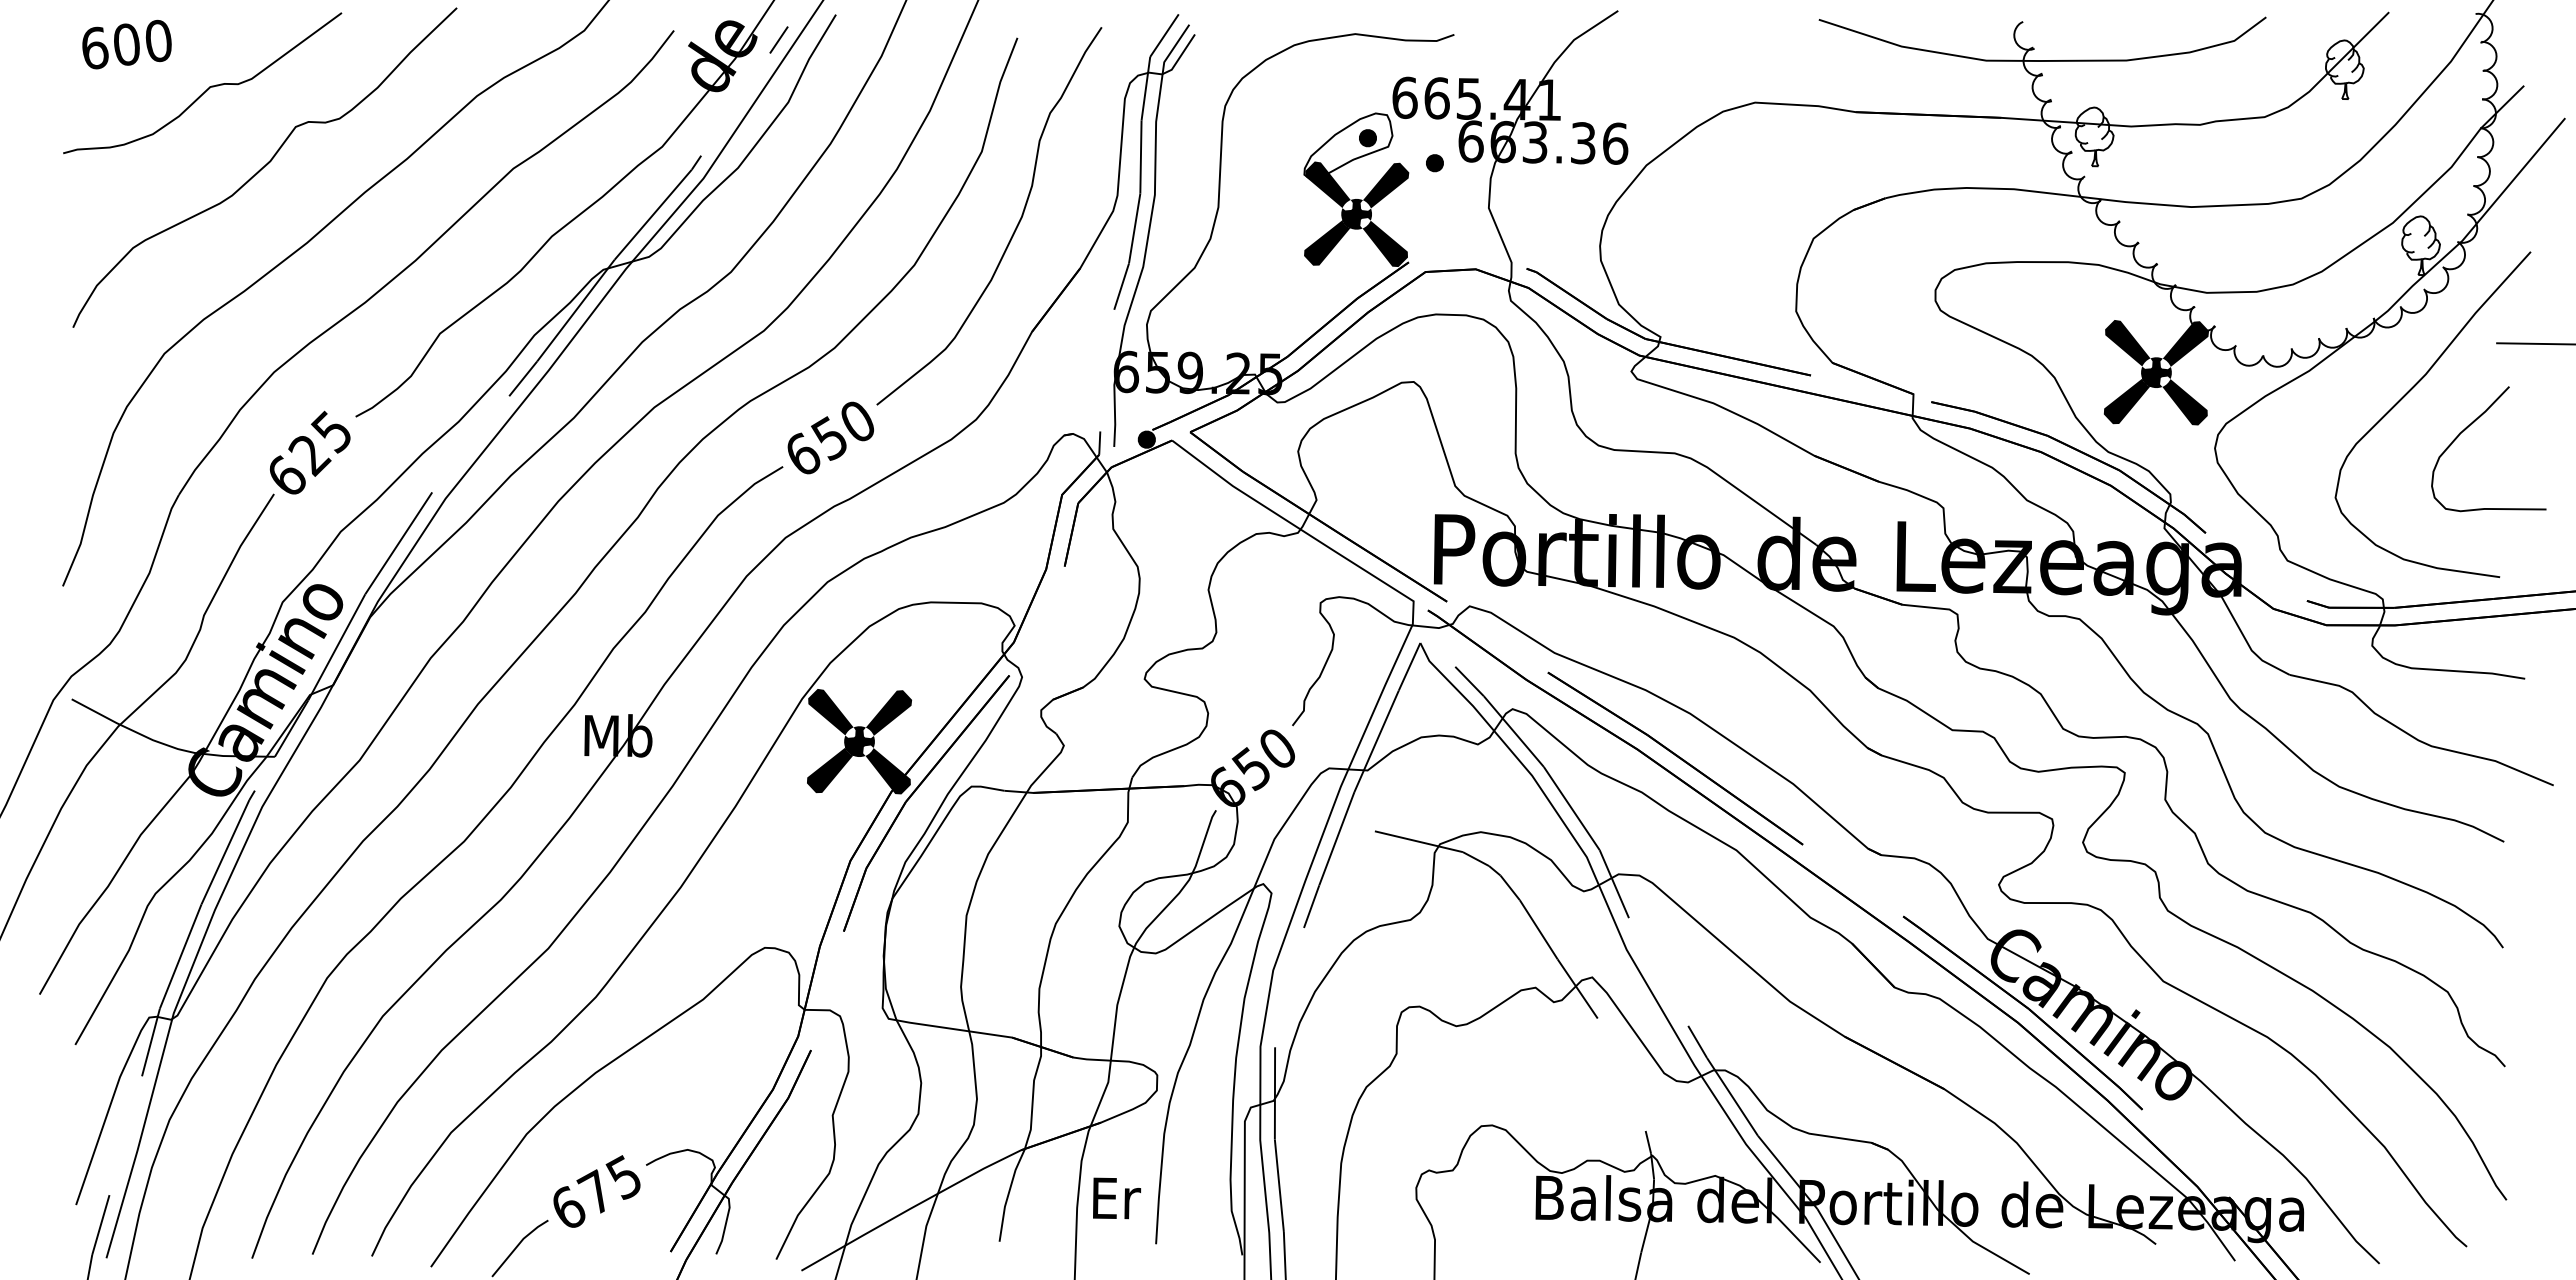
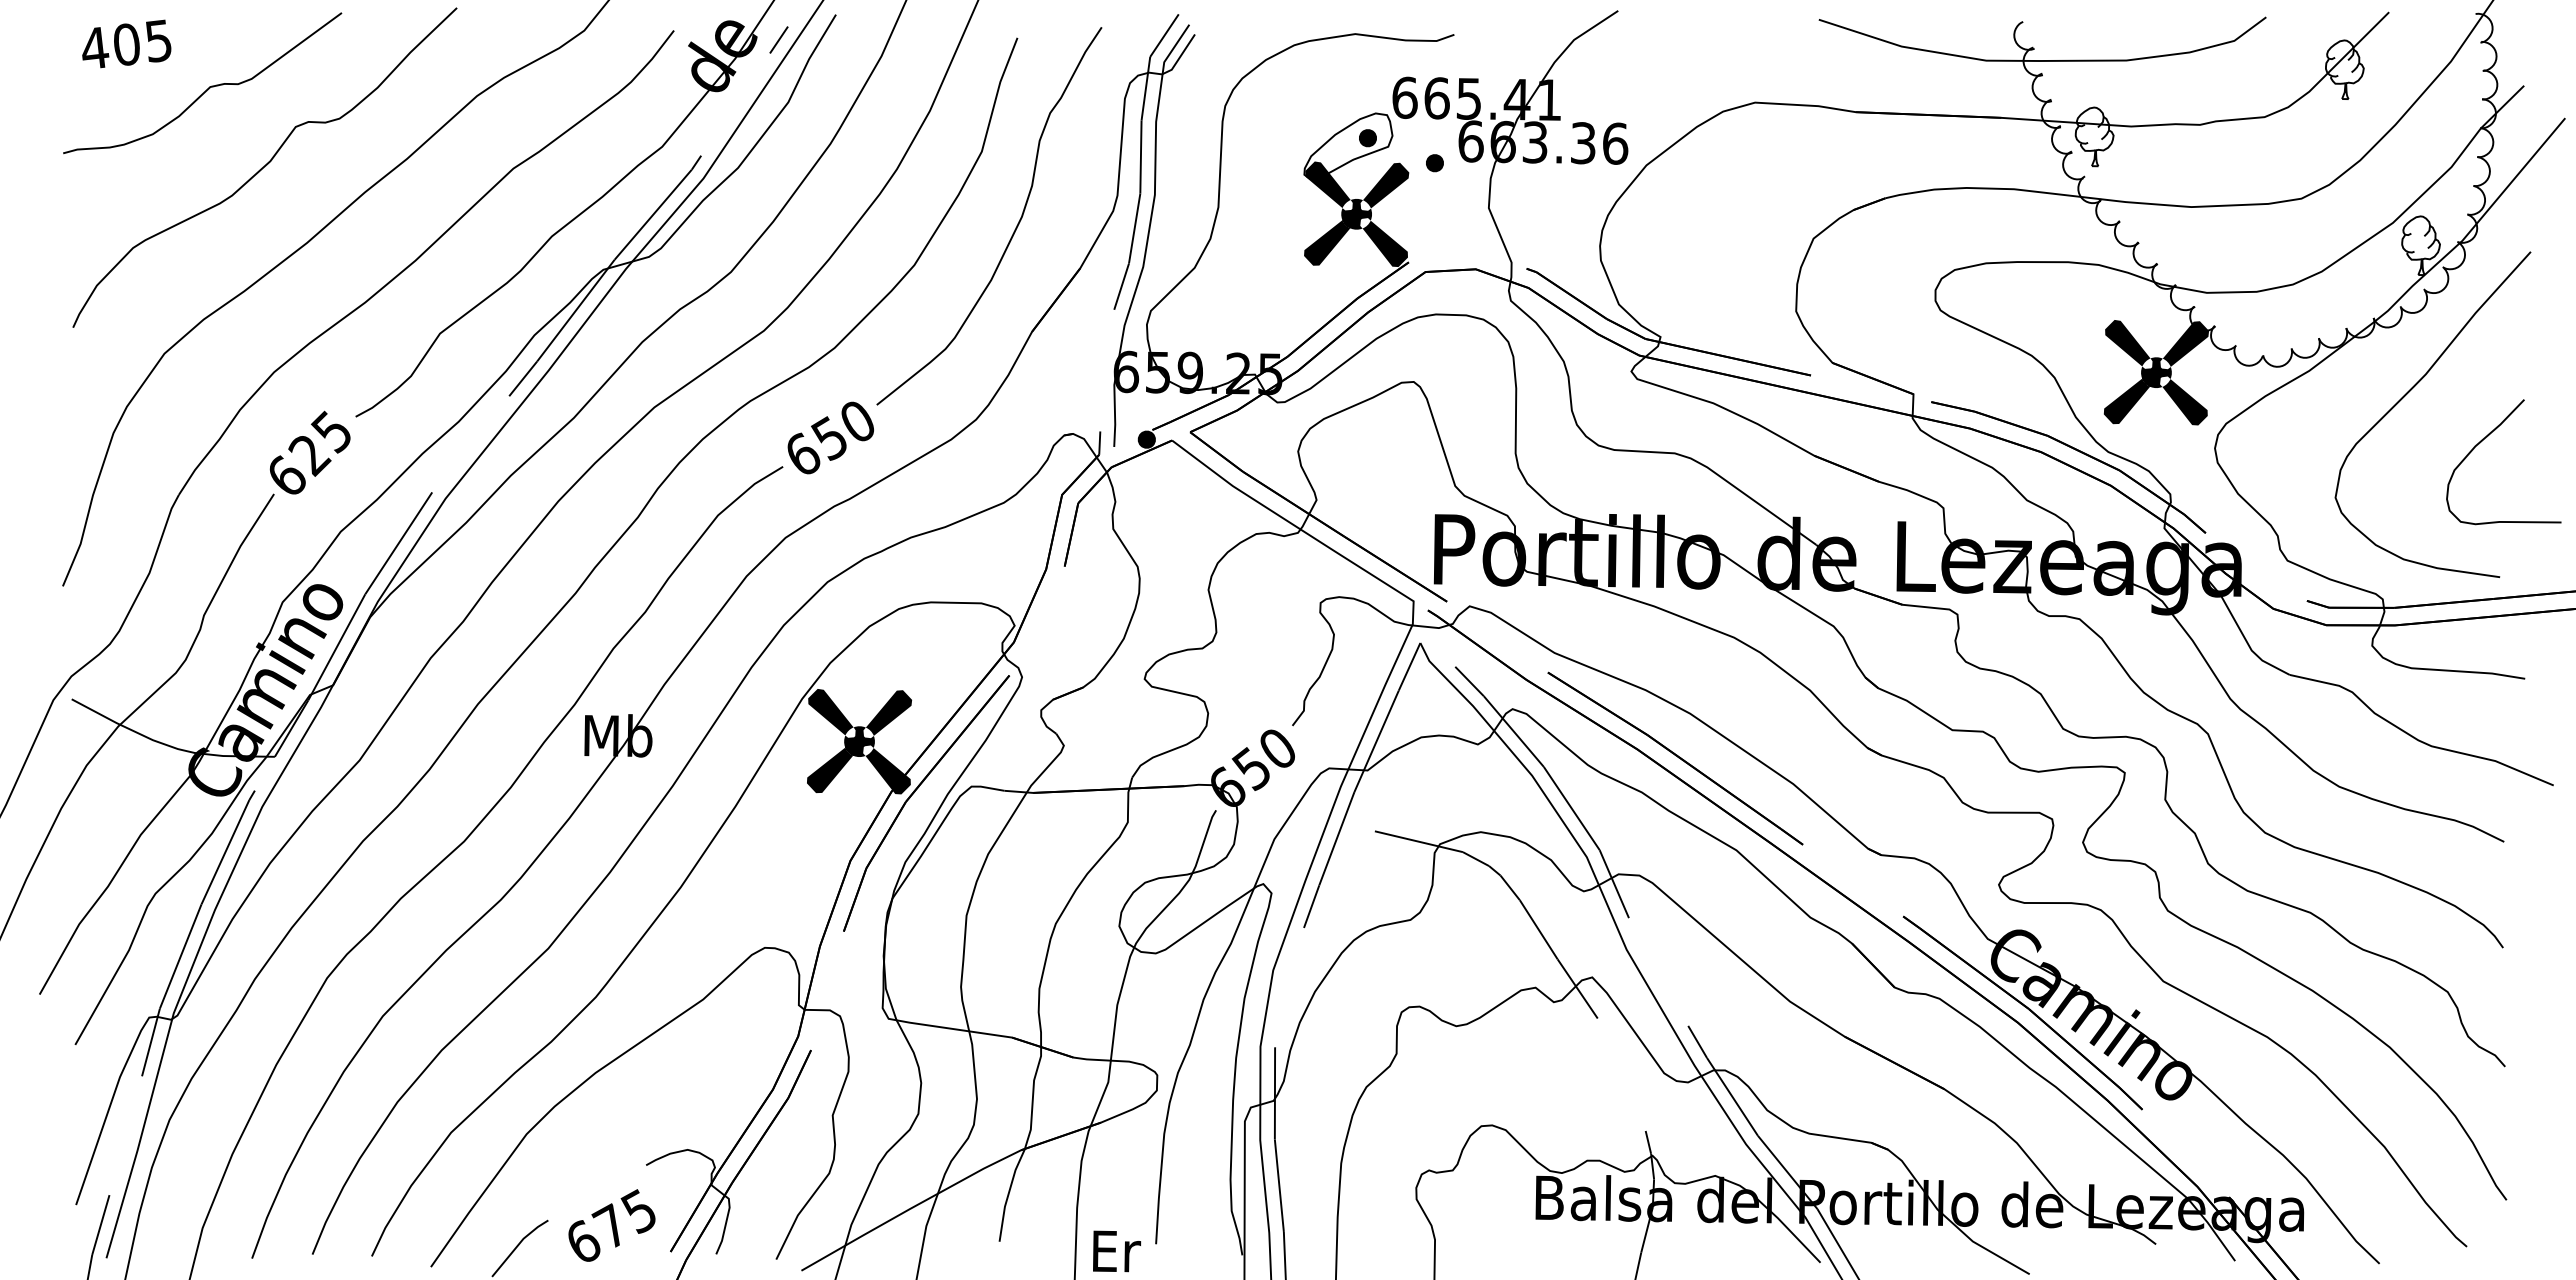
text at (126, 44): 600 -> 405
line at (2534, 343): present -> none
curve at (2472, 424) position: (2472, 424) -> (2487, 437)
text at (596, 1191) position: (596, 1191) -> (611, 1225)
text at (1117, 1198) position: (1117, 1198) -> (1117, 1251)
